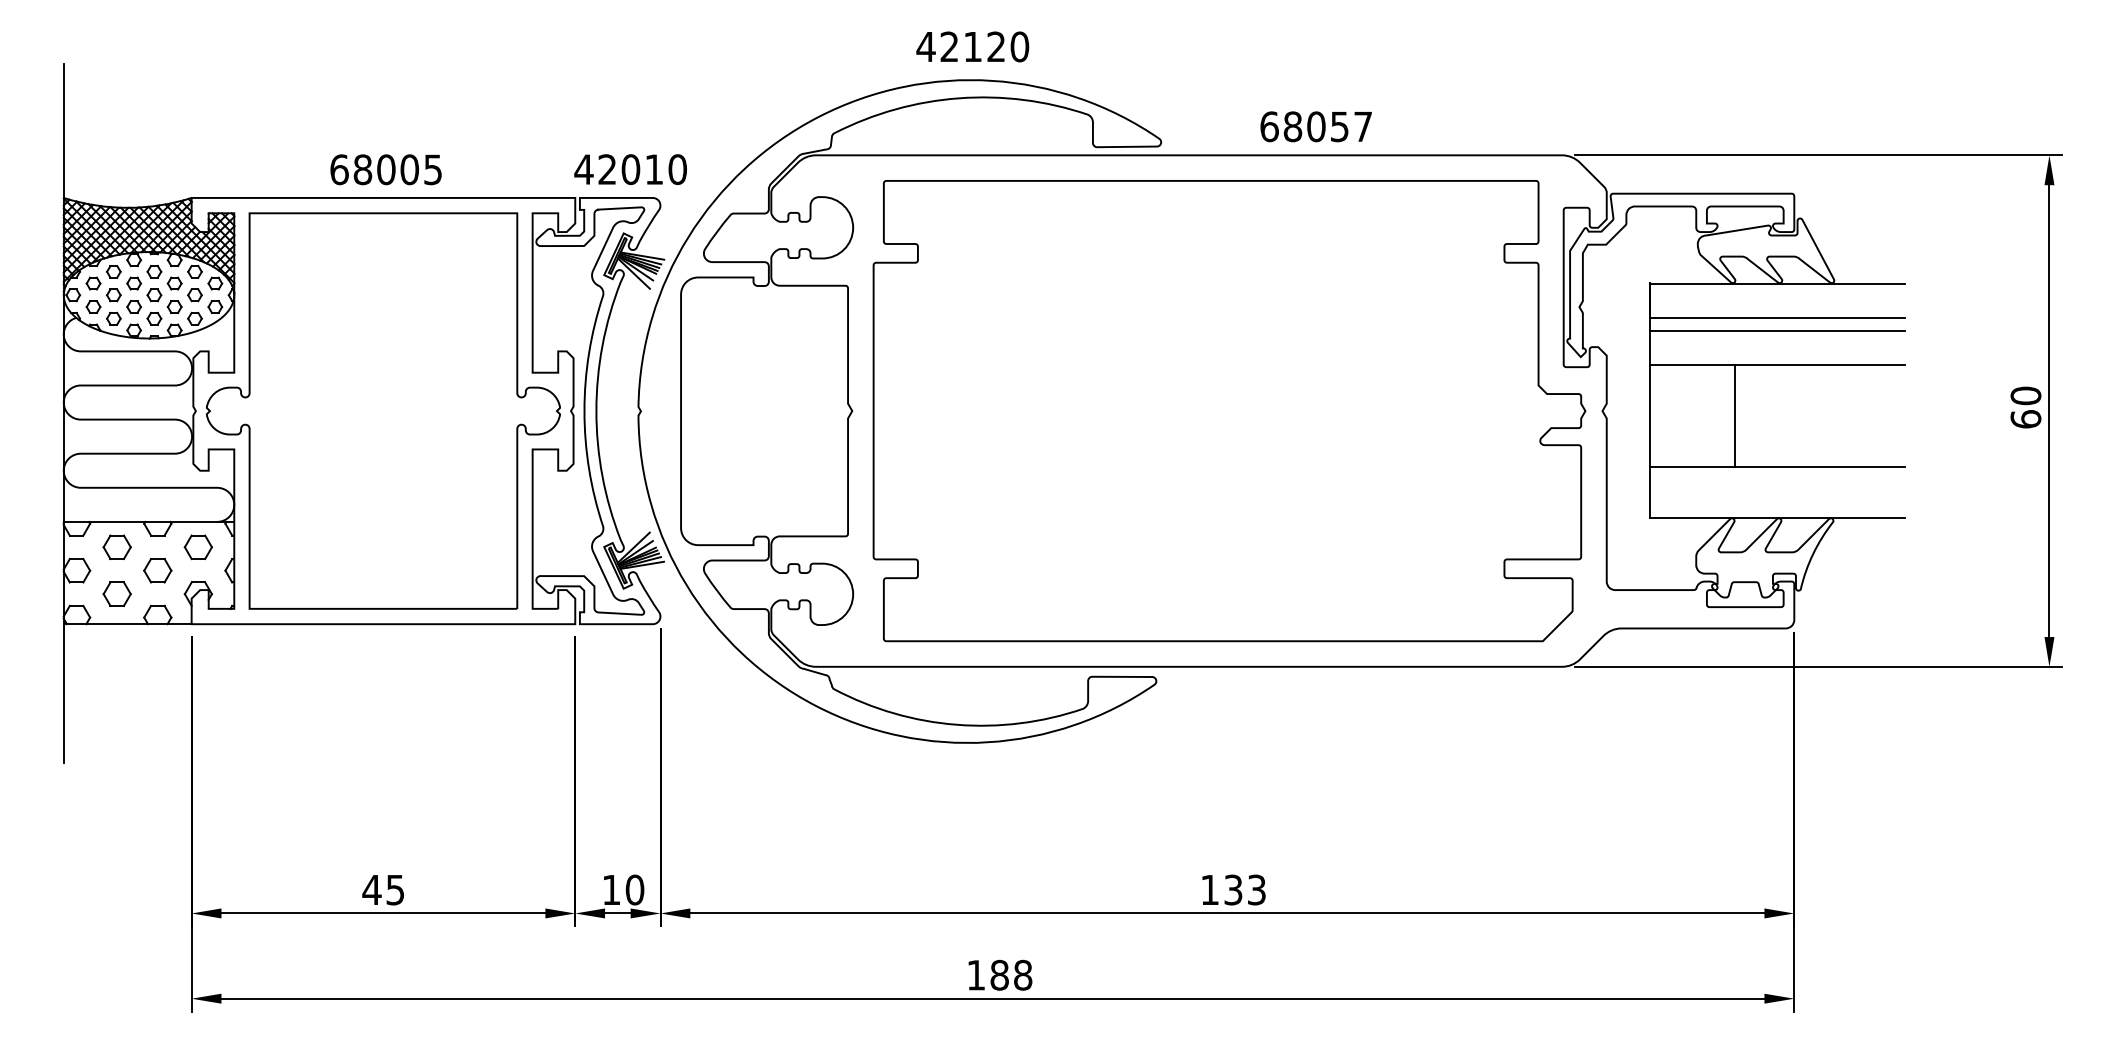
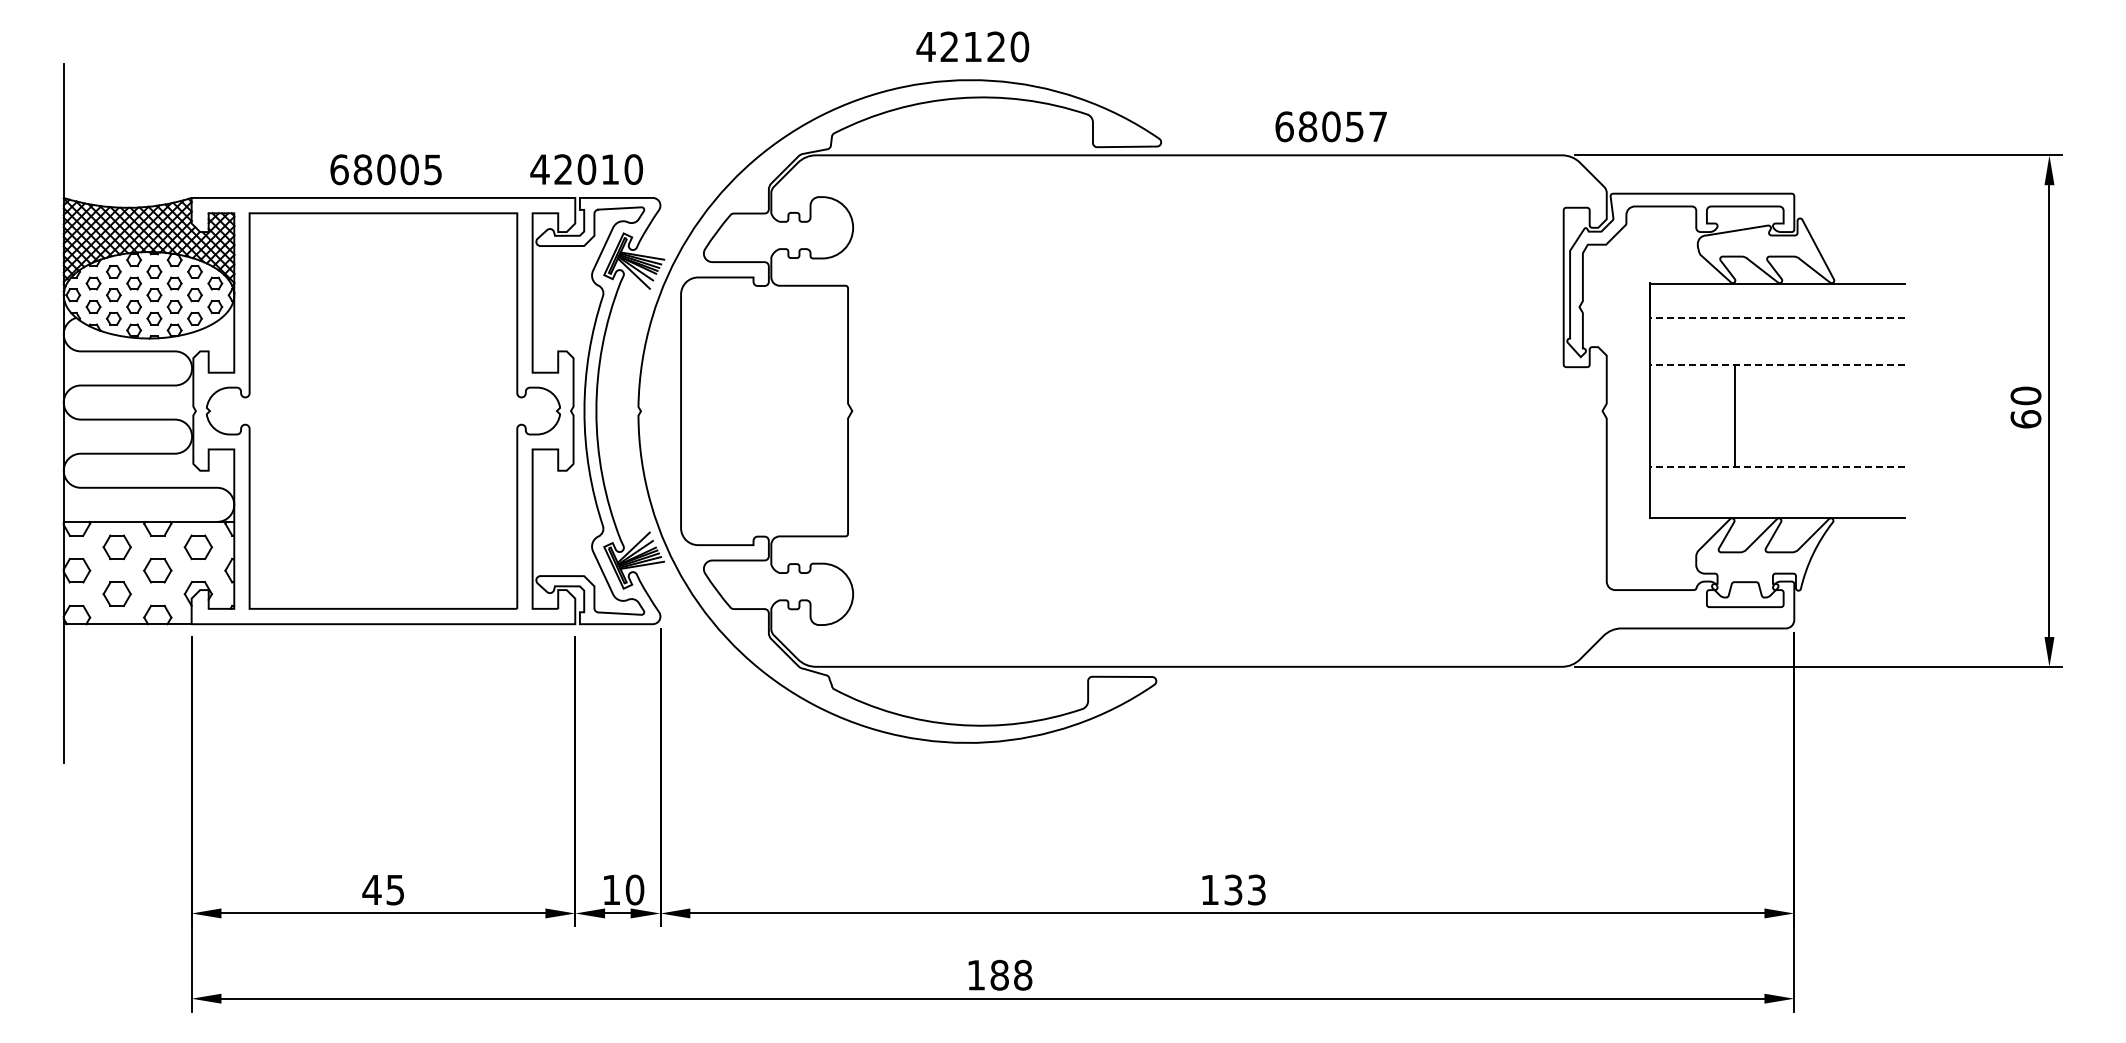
text at (1315, 126) position: (1315, 126) -> (1330, 126)
text at (630, 169) position: (630, 169) -> (586, 169)
line at (1777, 317): solid -> dashed
line at (1777, 330): present -> none
line at (1777, 364): solid -> dashed
part at (1229, 411): present -> none
line at (1777, 467): solid -> dashed
